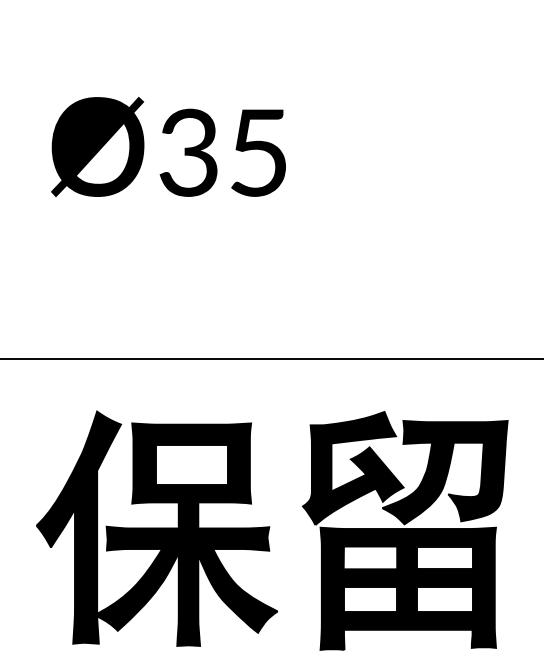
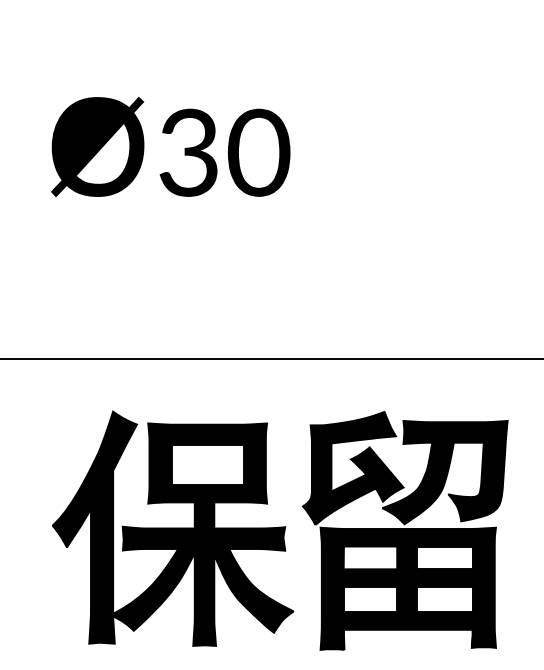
text at (258, 152): 35 -> 30
part at (157, 528) position: (157, 528) -> (173, 528)
